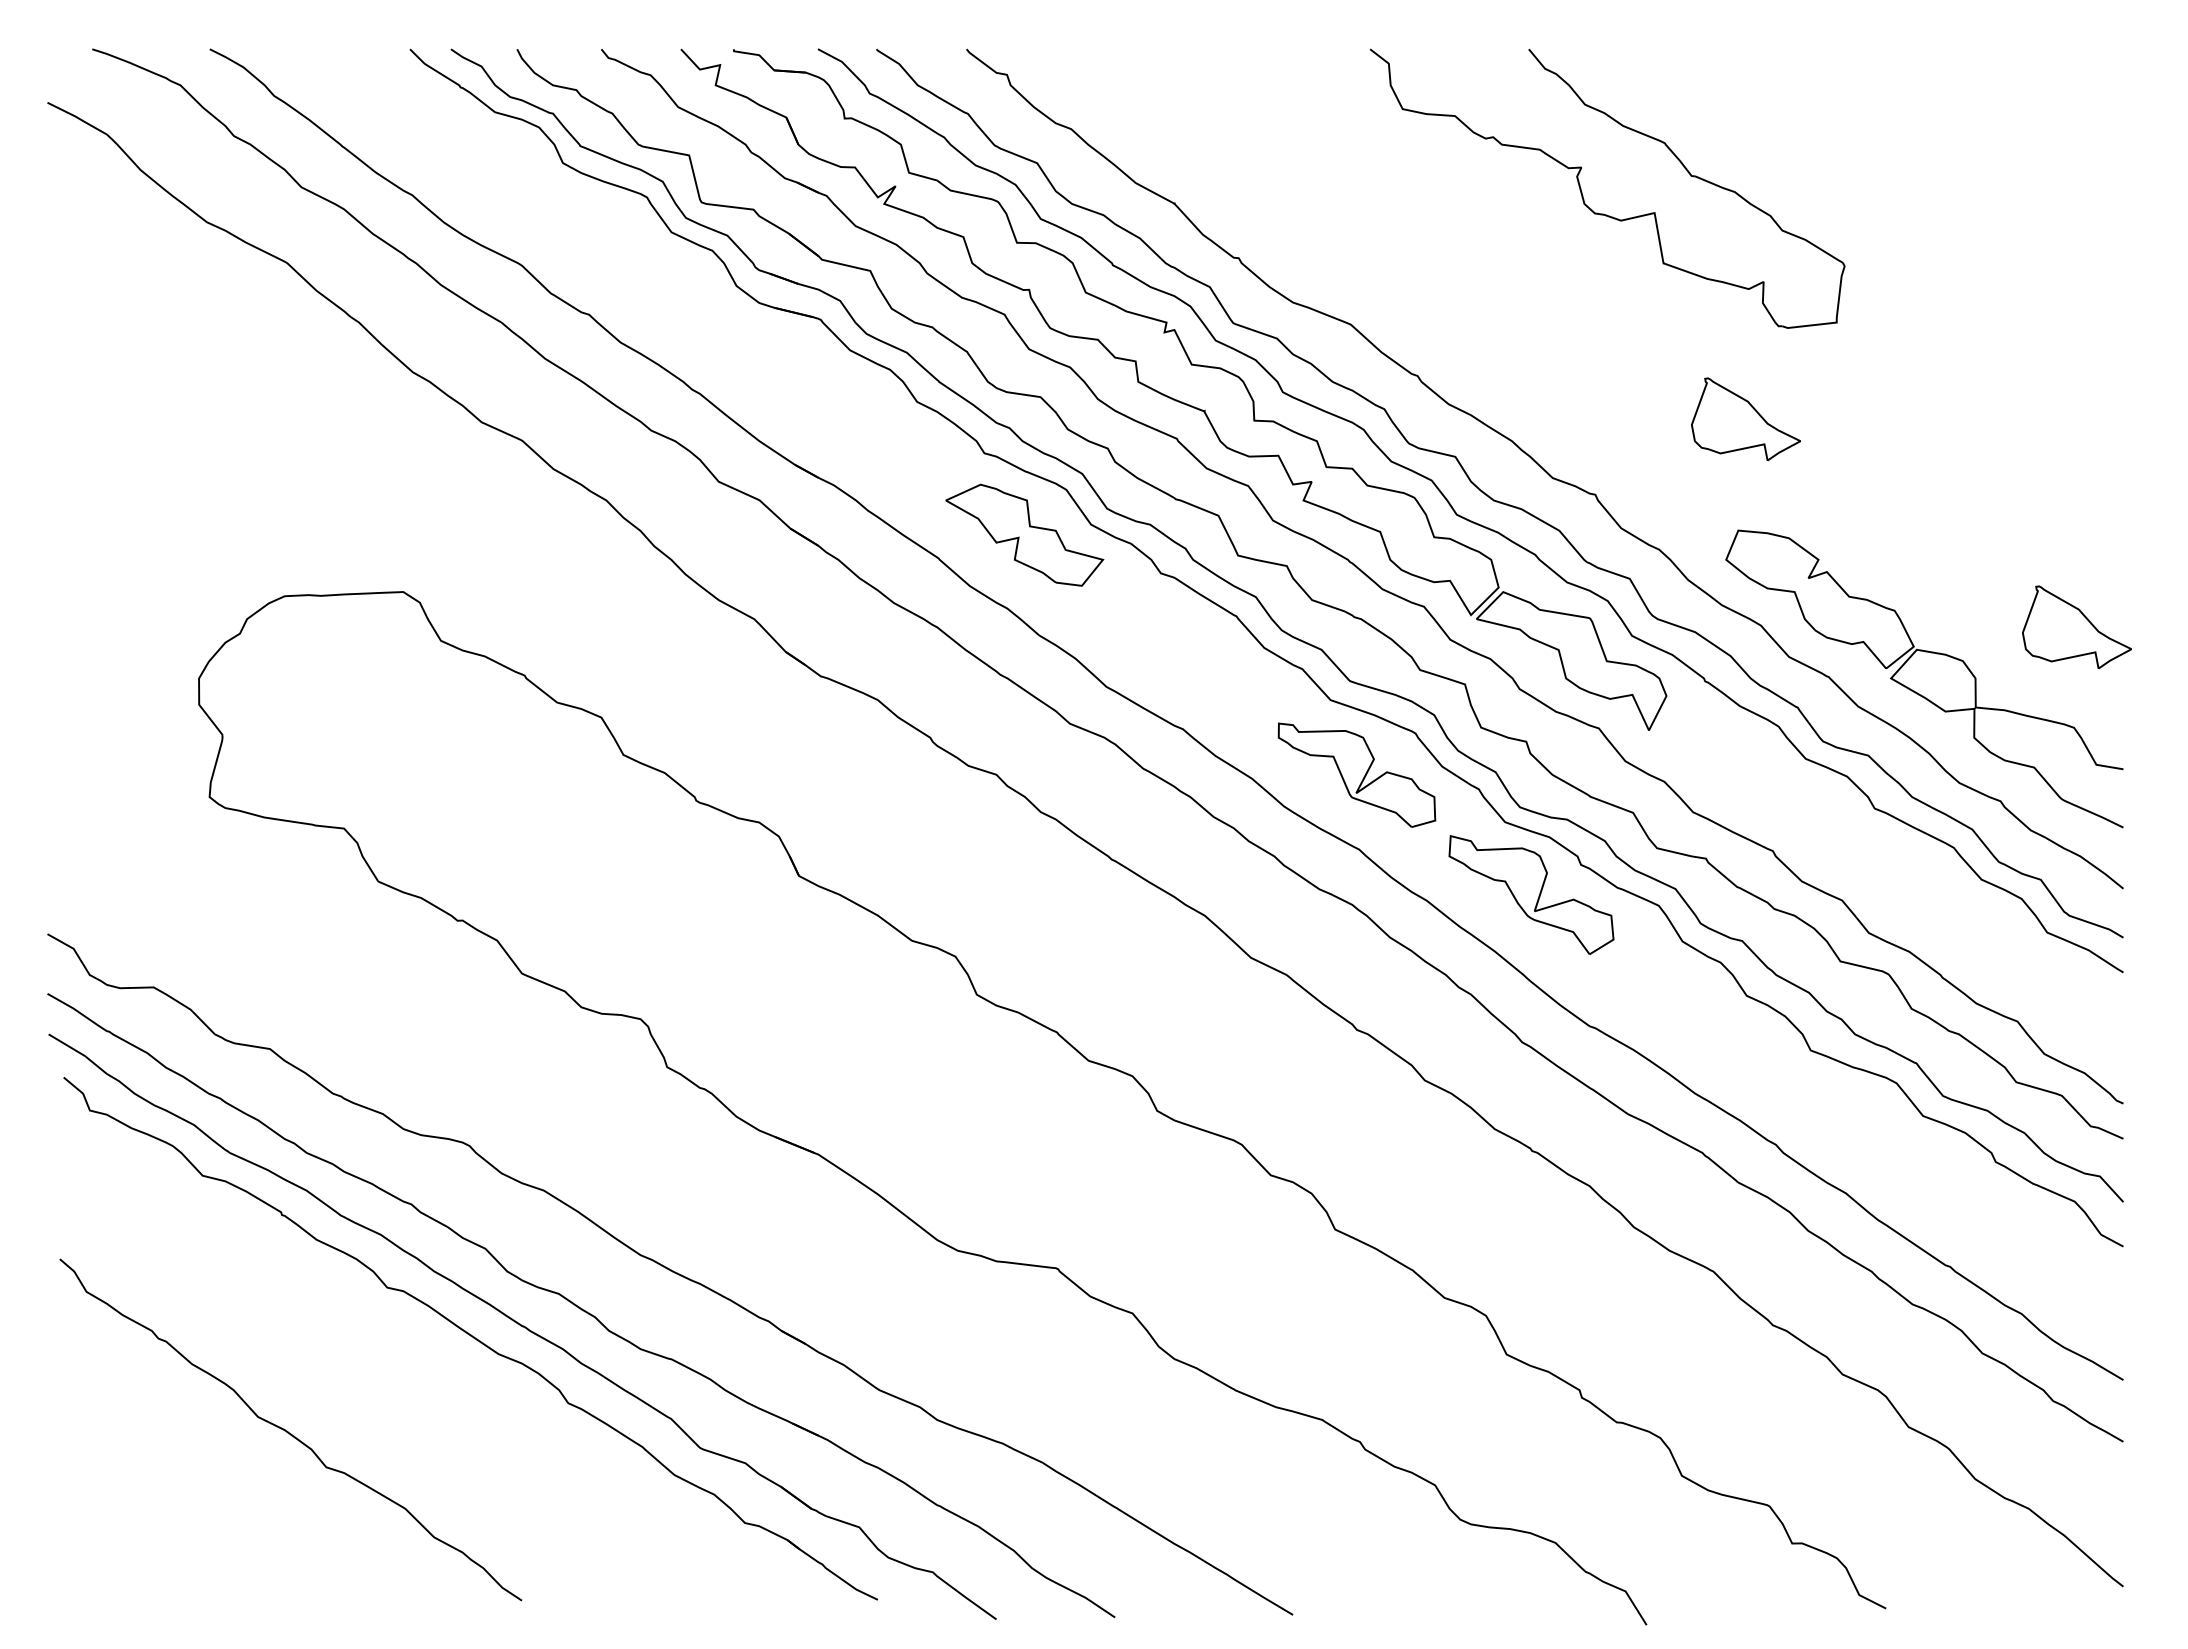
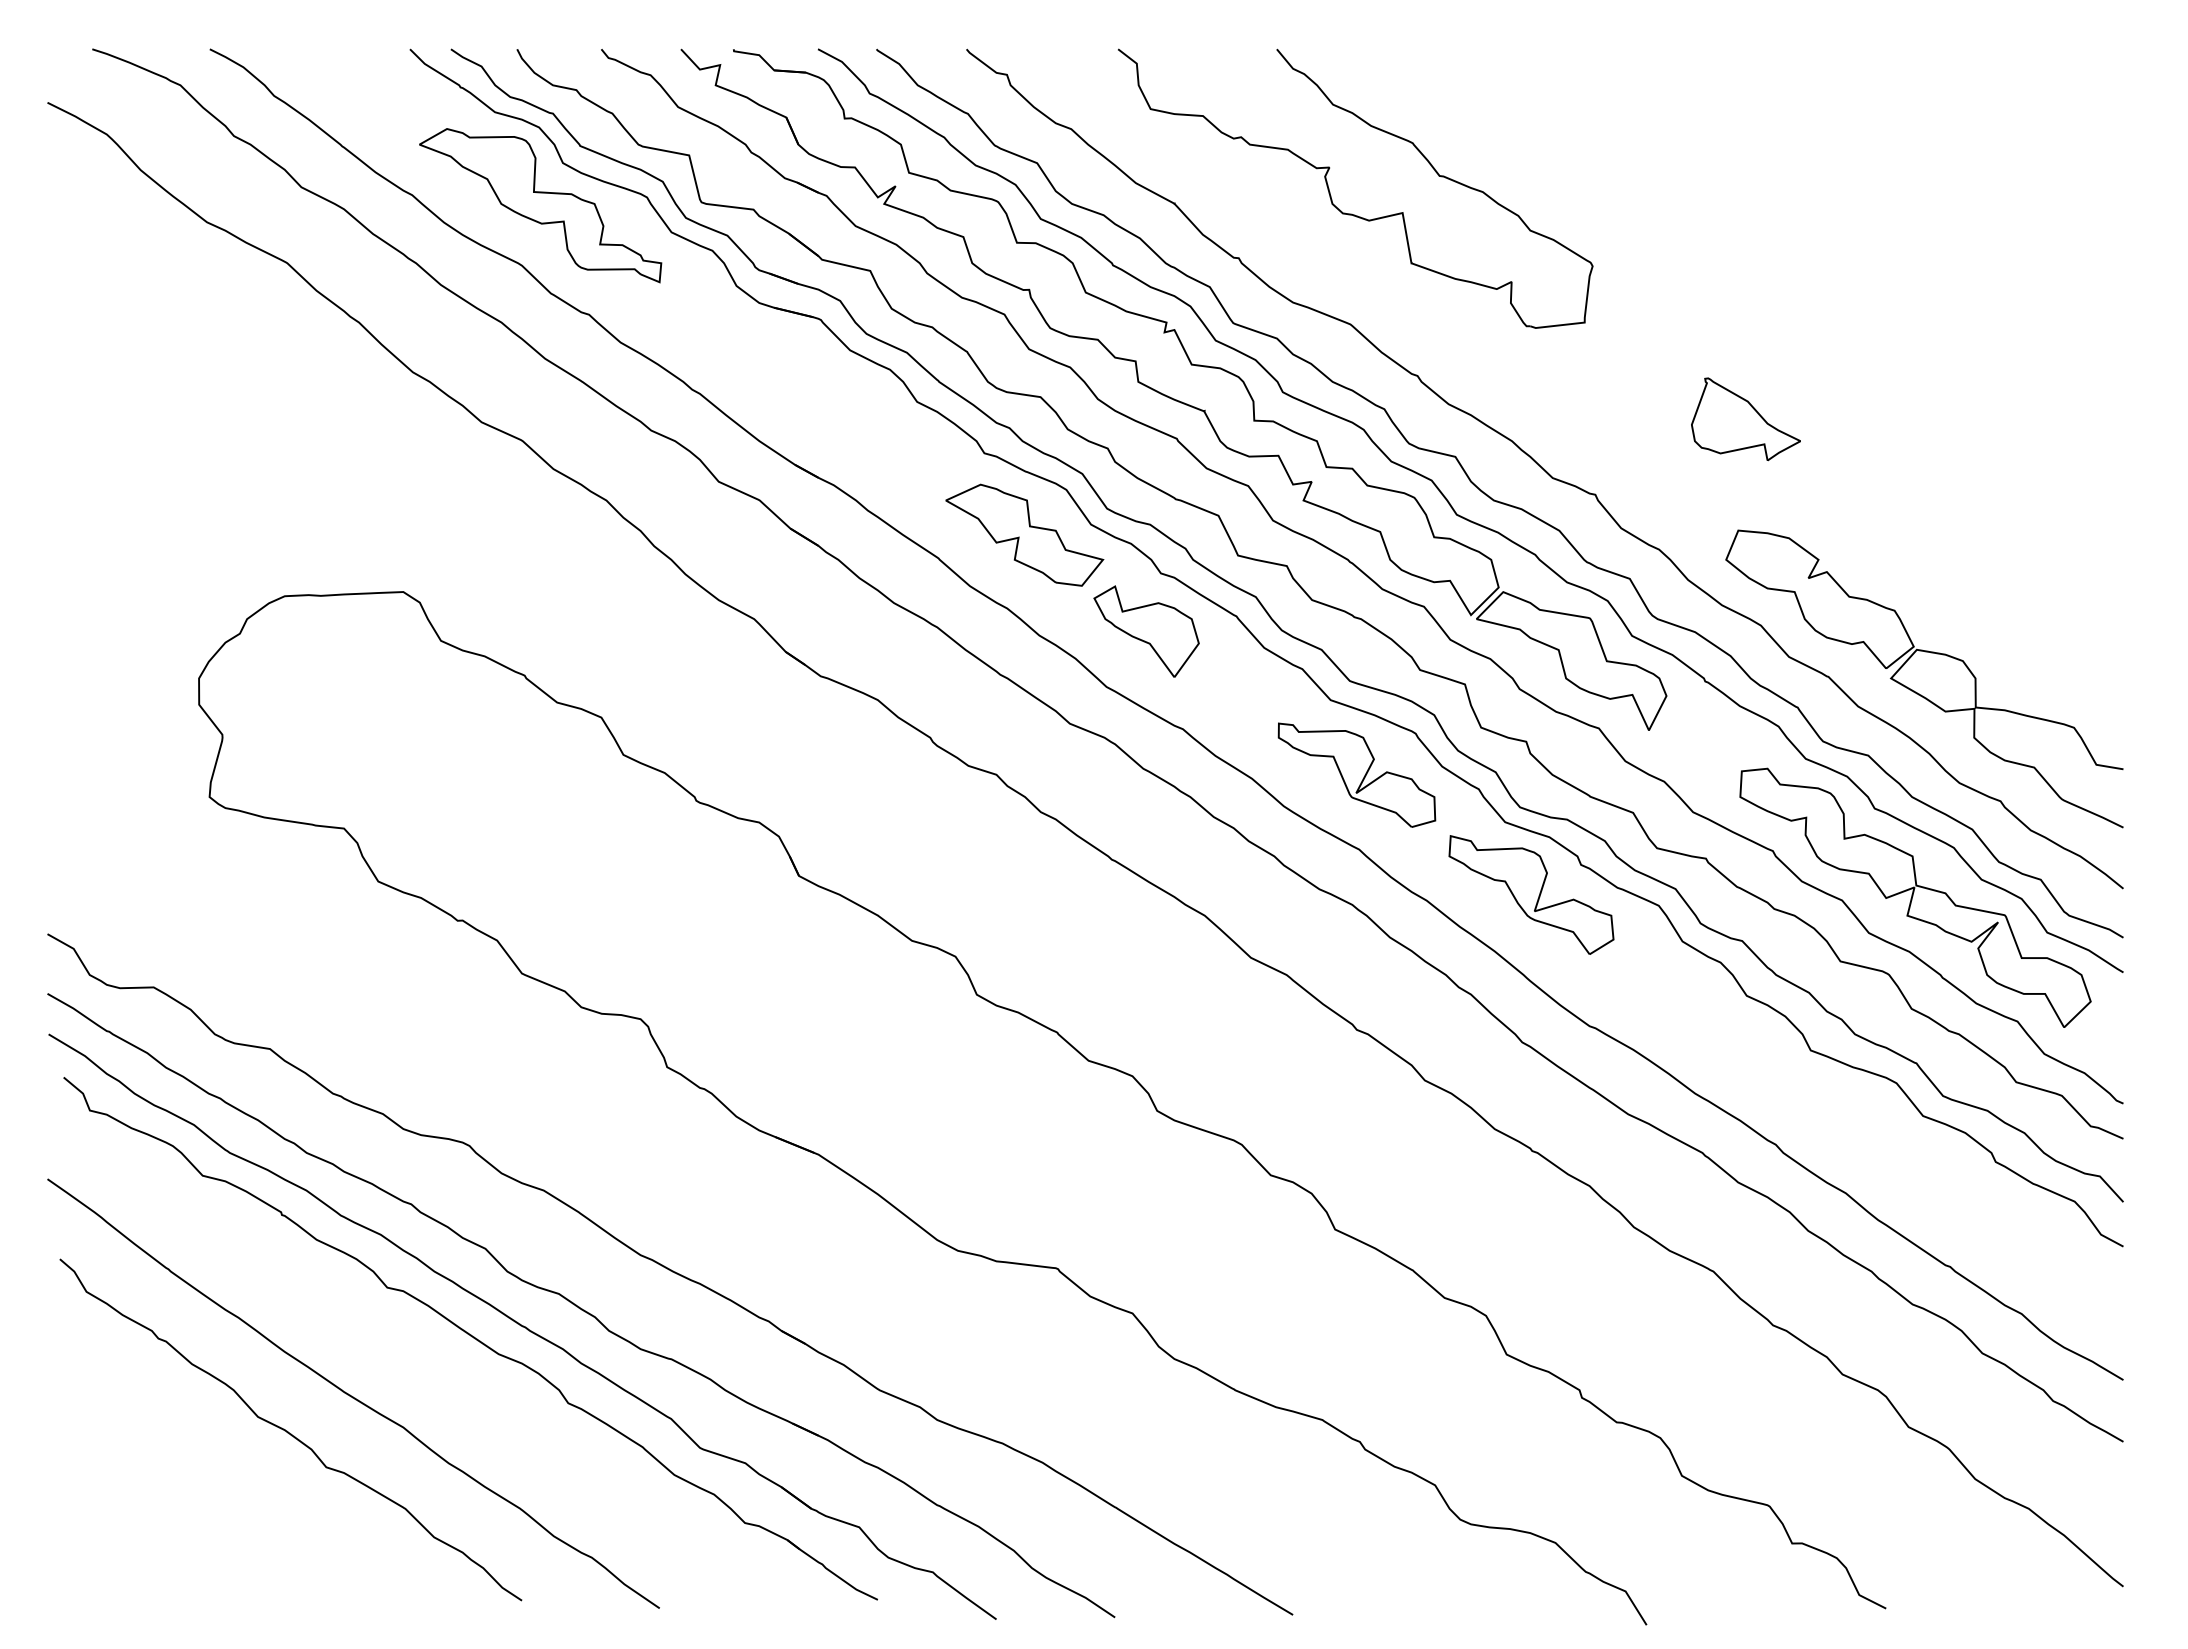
part at (1583, 195) position: (1583, 195) -> (1331, 195)
part at (540, 205): none -> present
part at (2076, 627): present -> none
part at (1146, 631): none -> present
part at (1915, 897): none -> present
curve at (351, 1395): none -> present
